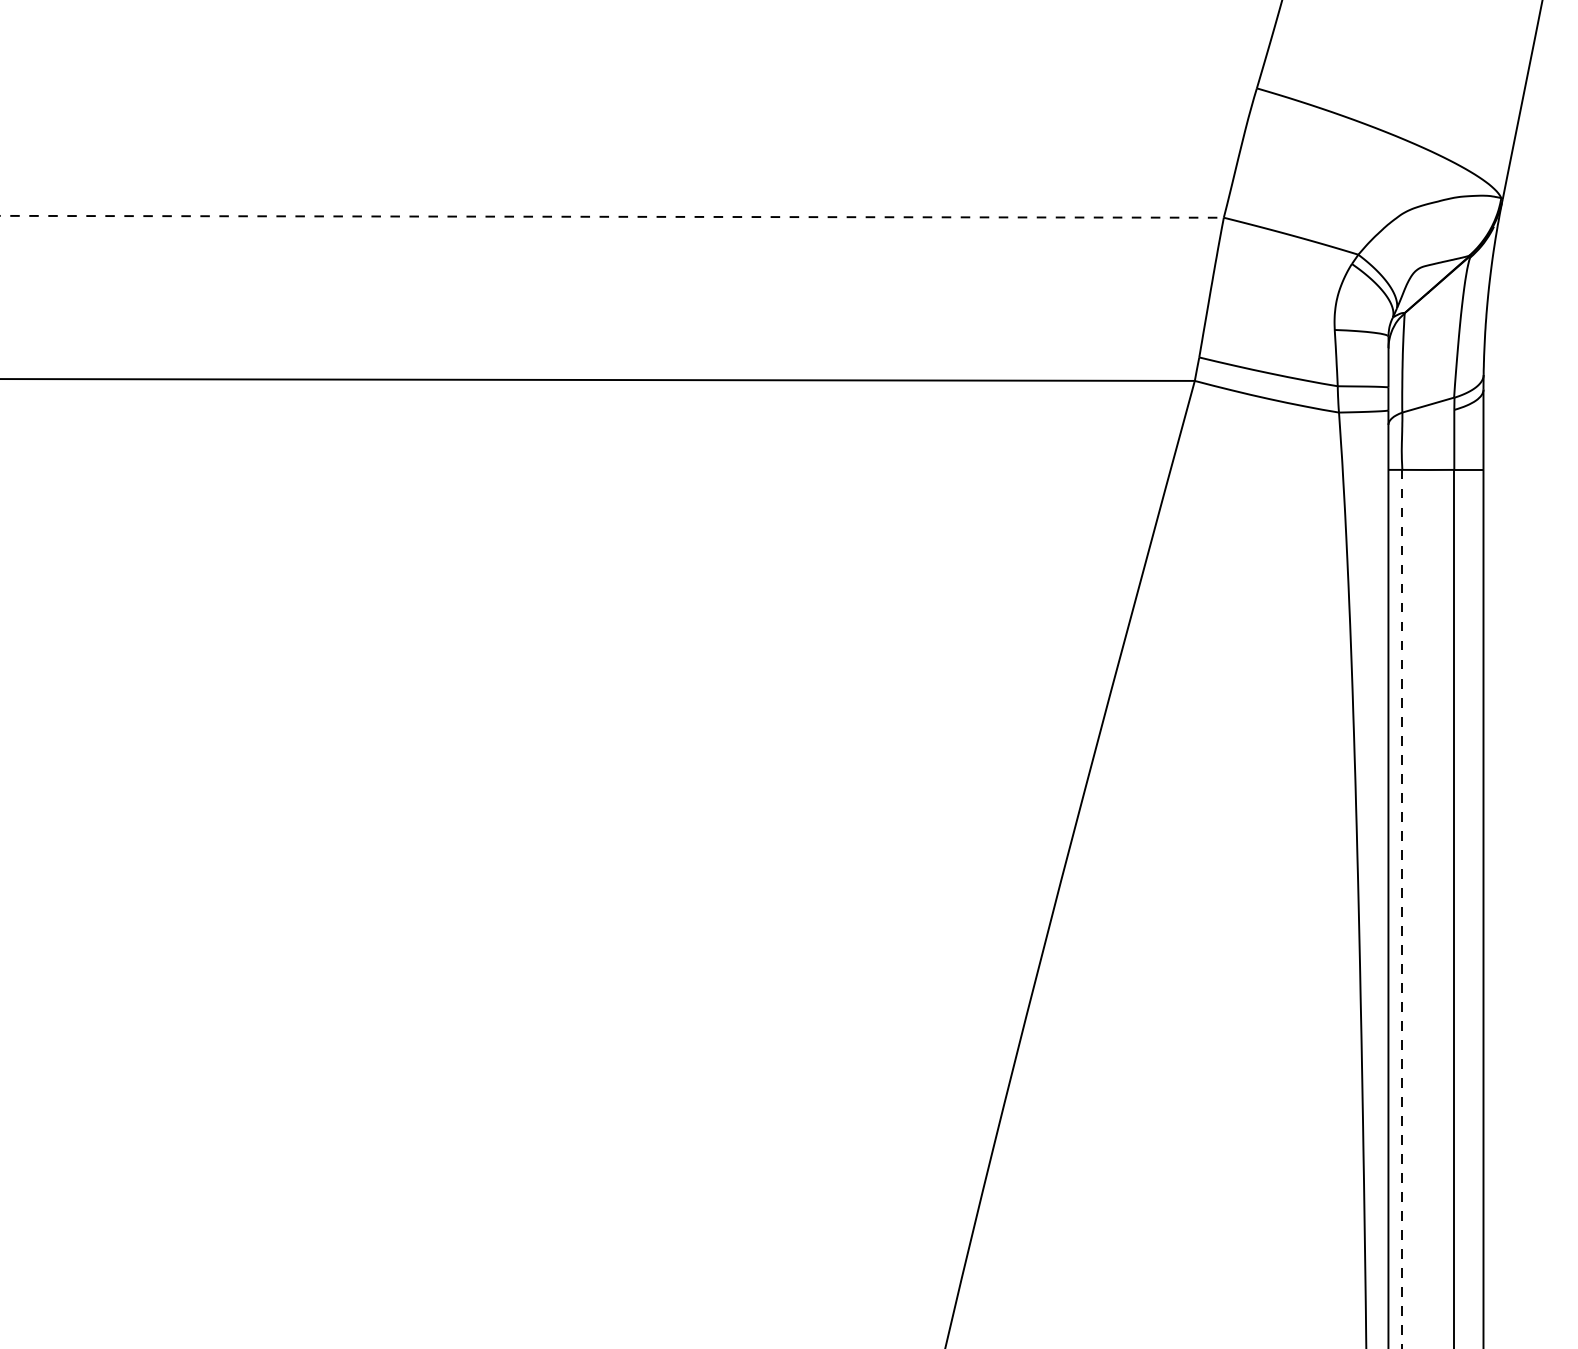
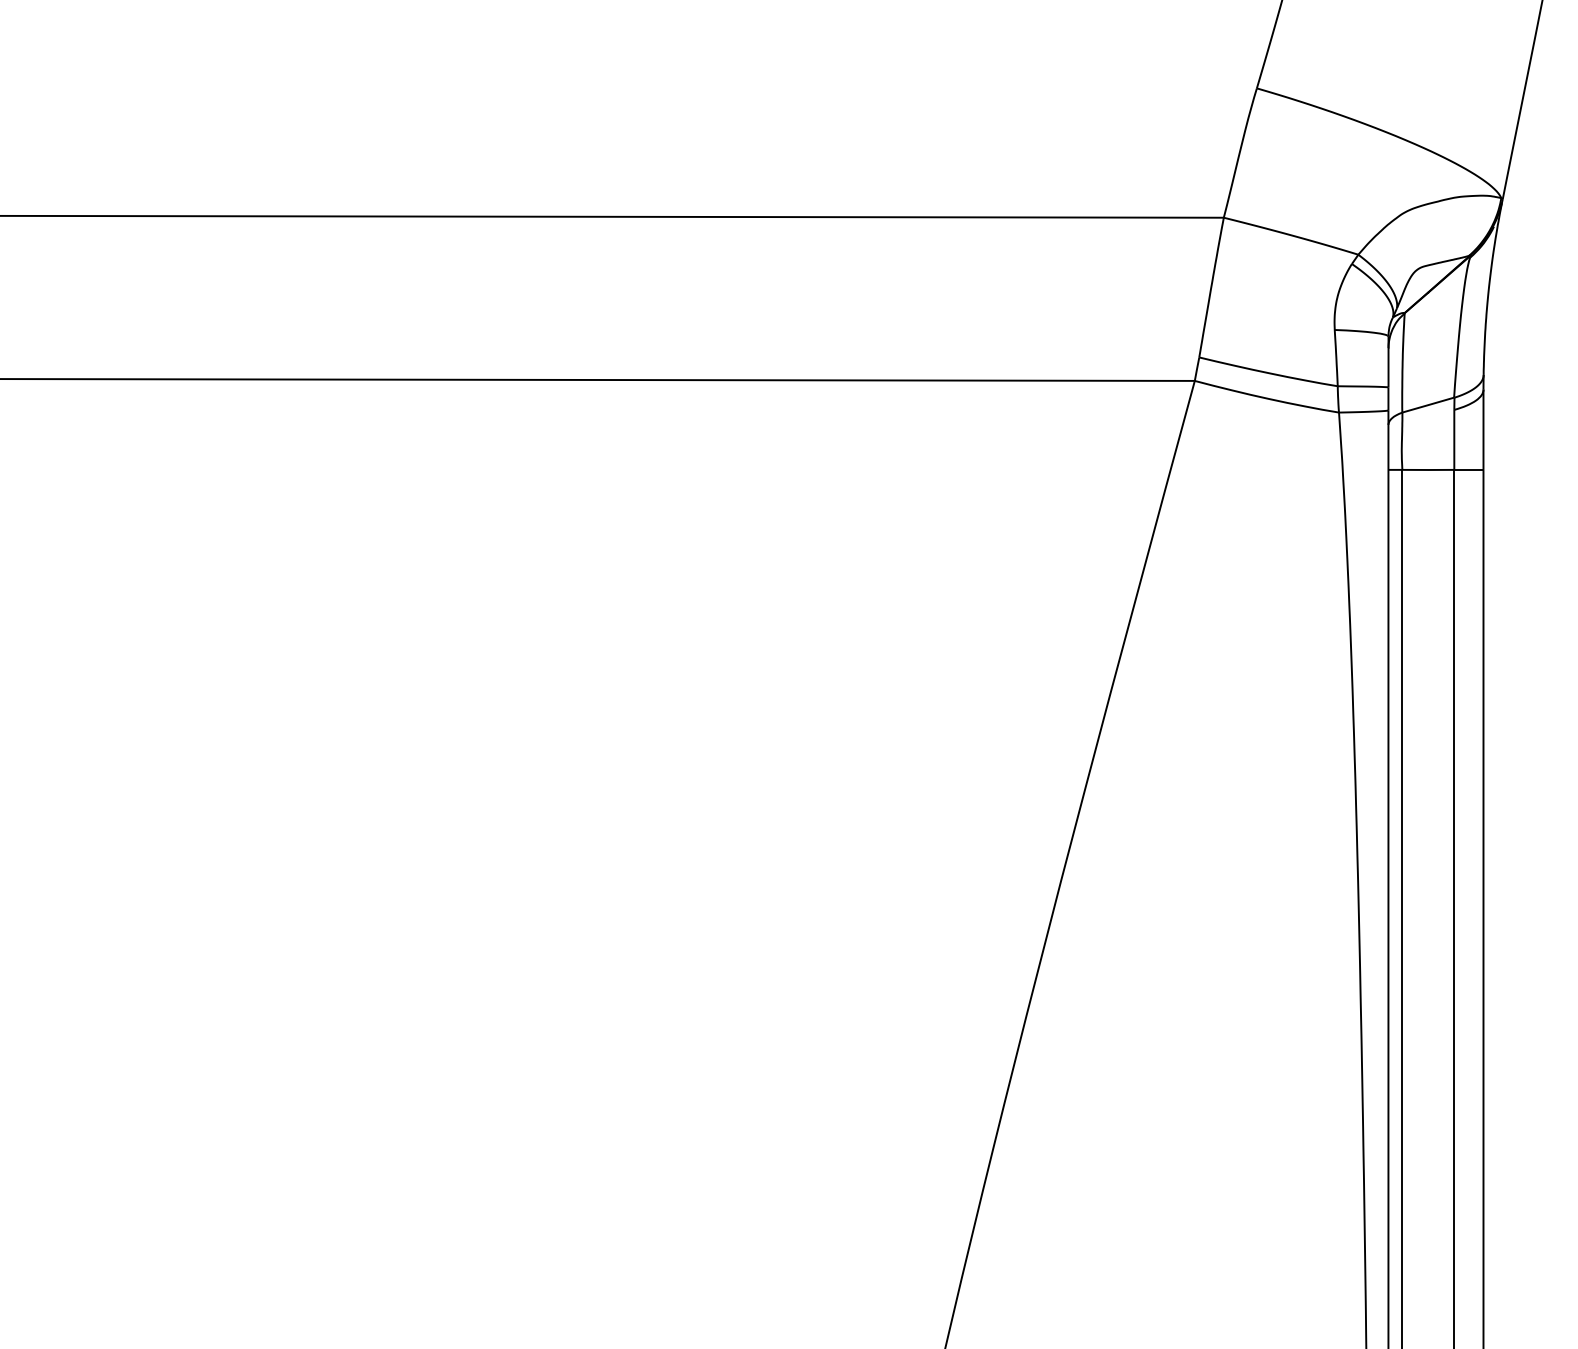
line at (612, 216): dashed -> solid
line at (1402, 909): dashed -> solid
